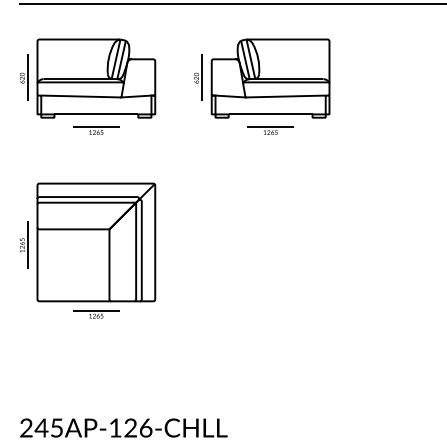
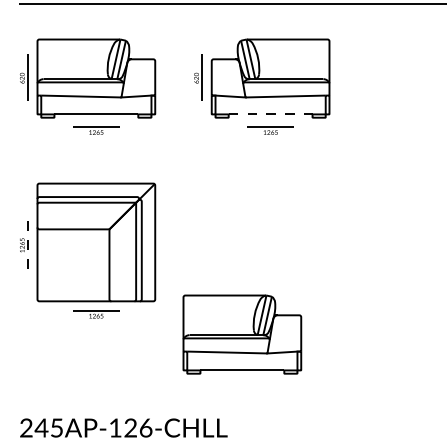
line at (270, 114): solid -> dashed
line at (28, 244): solid -> dashed
part at (242, 334): none -> present
